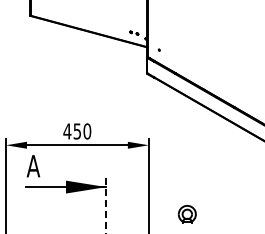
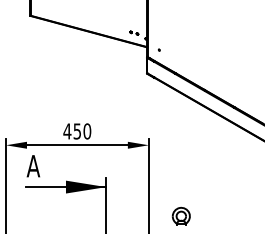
line at (106, 205): dashed -> solid
part at (186, 213) position: (186, 213) -> (180, 215)
